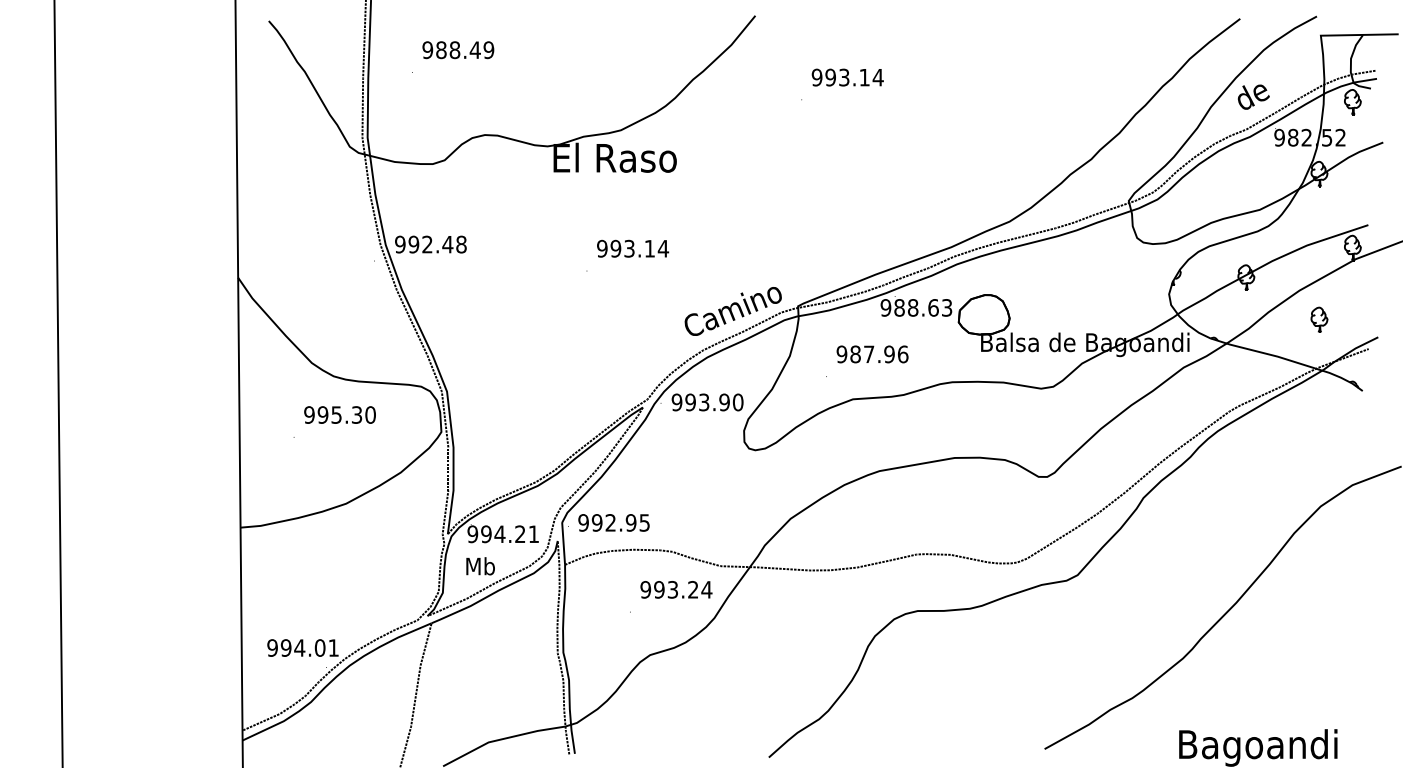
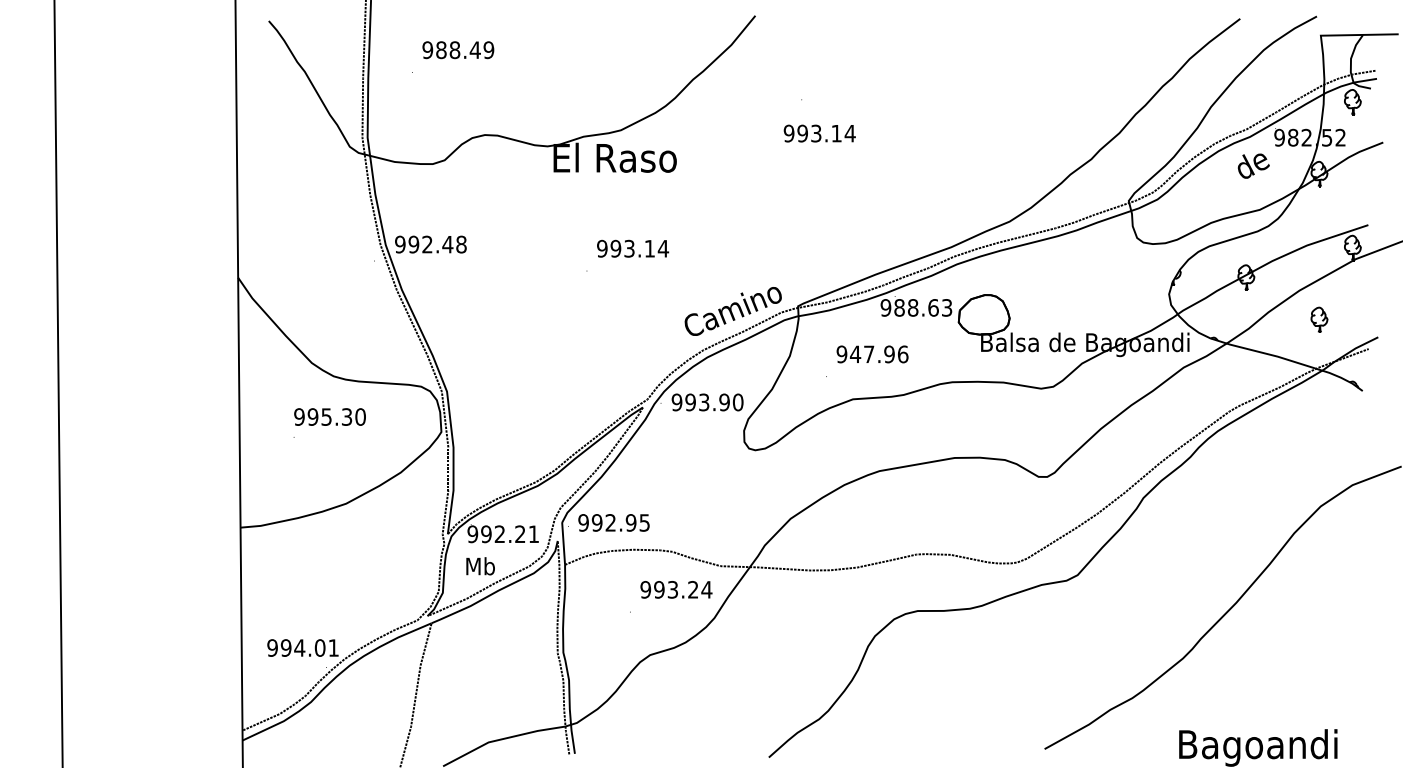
text at (847, 77) position: (847, 77) -> (819, 133)
text at (1253, 96) position: (1253, 96) -> (1253, 165)
text at (855, 354): 987.96 -> 947.96
text at (339, 414) position: (339, 414) -> (329, 416)
text at (499, 533): 994.21 -> 992.21
